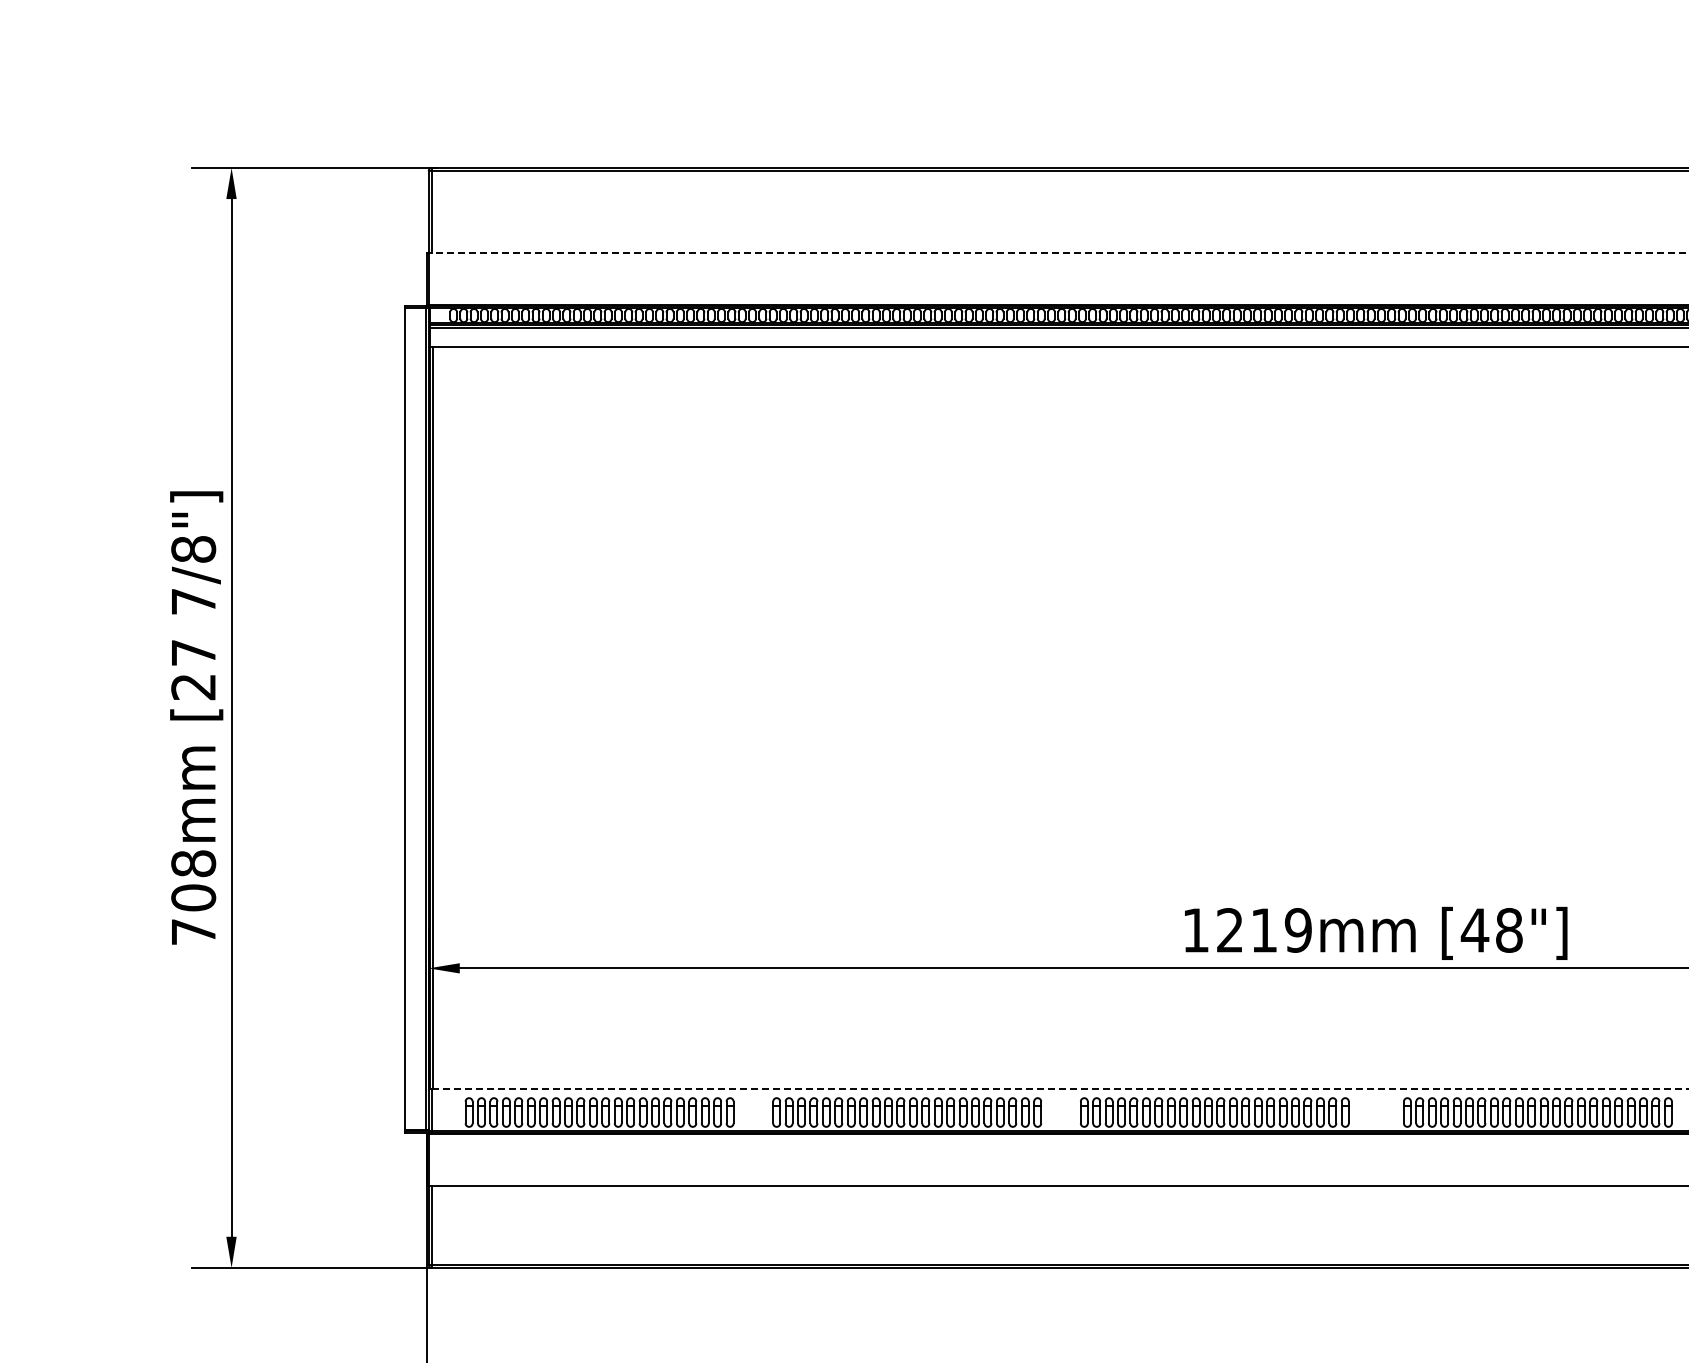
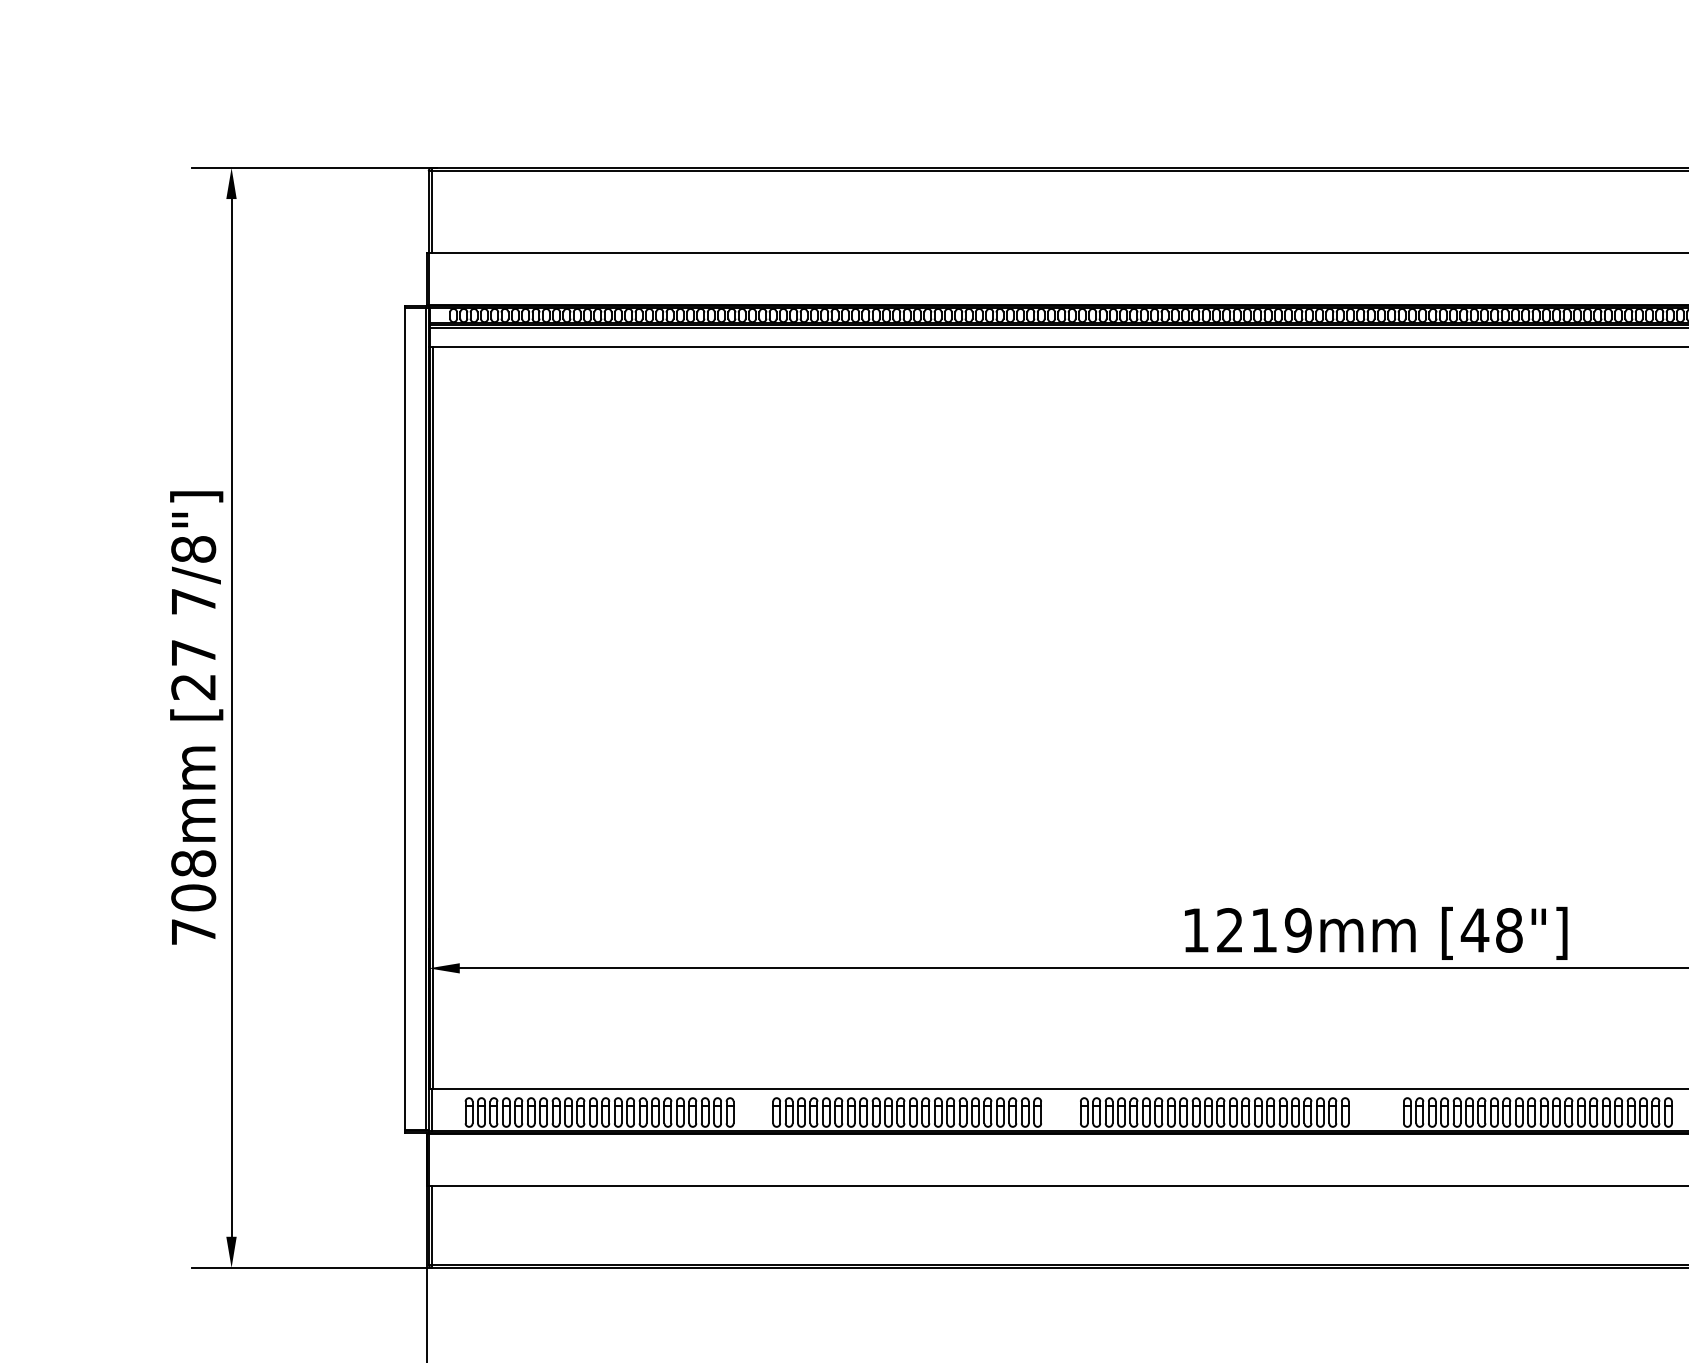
line at (1058, 253): dashed -> solid
line at (1060, 1089): dashed -> solid
